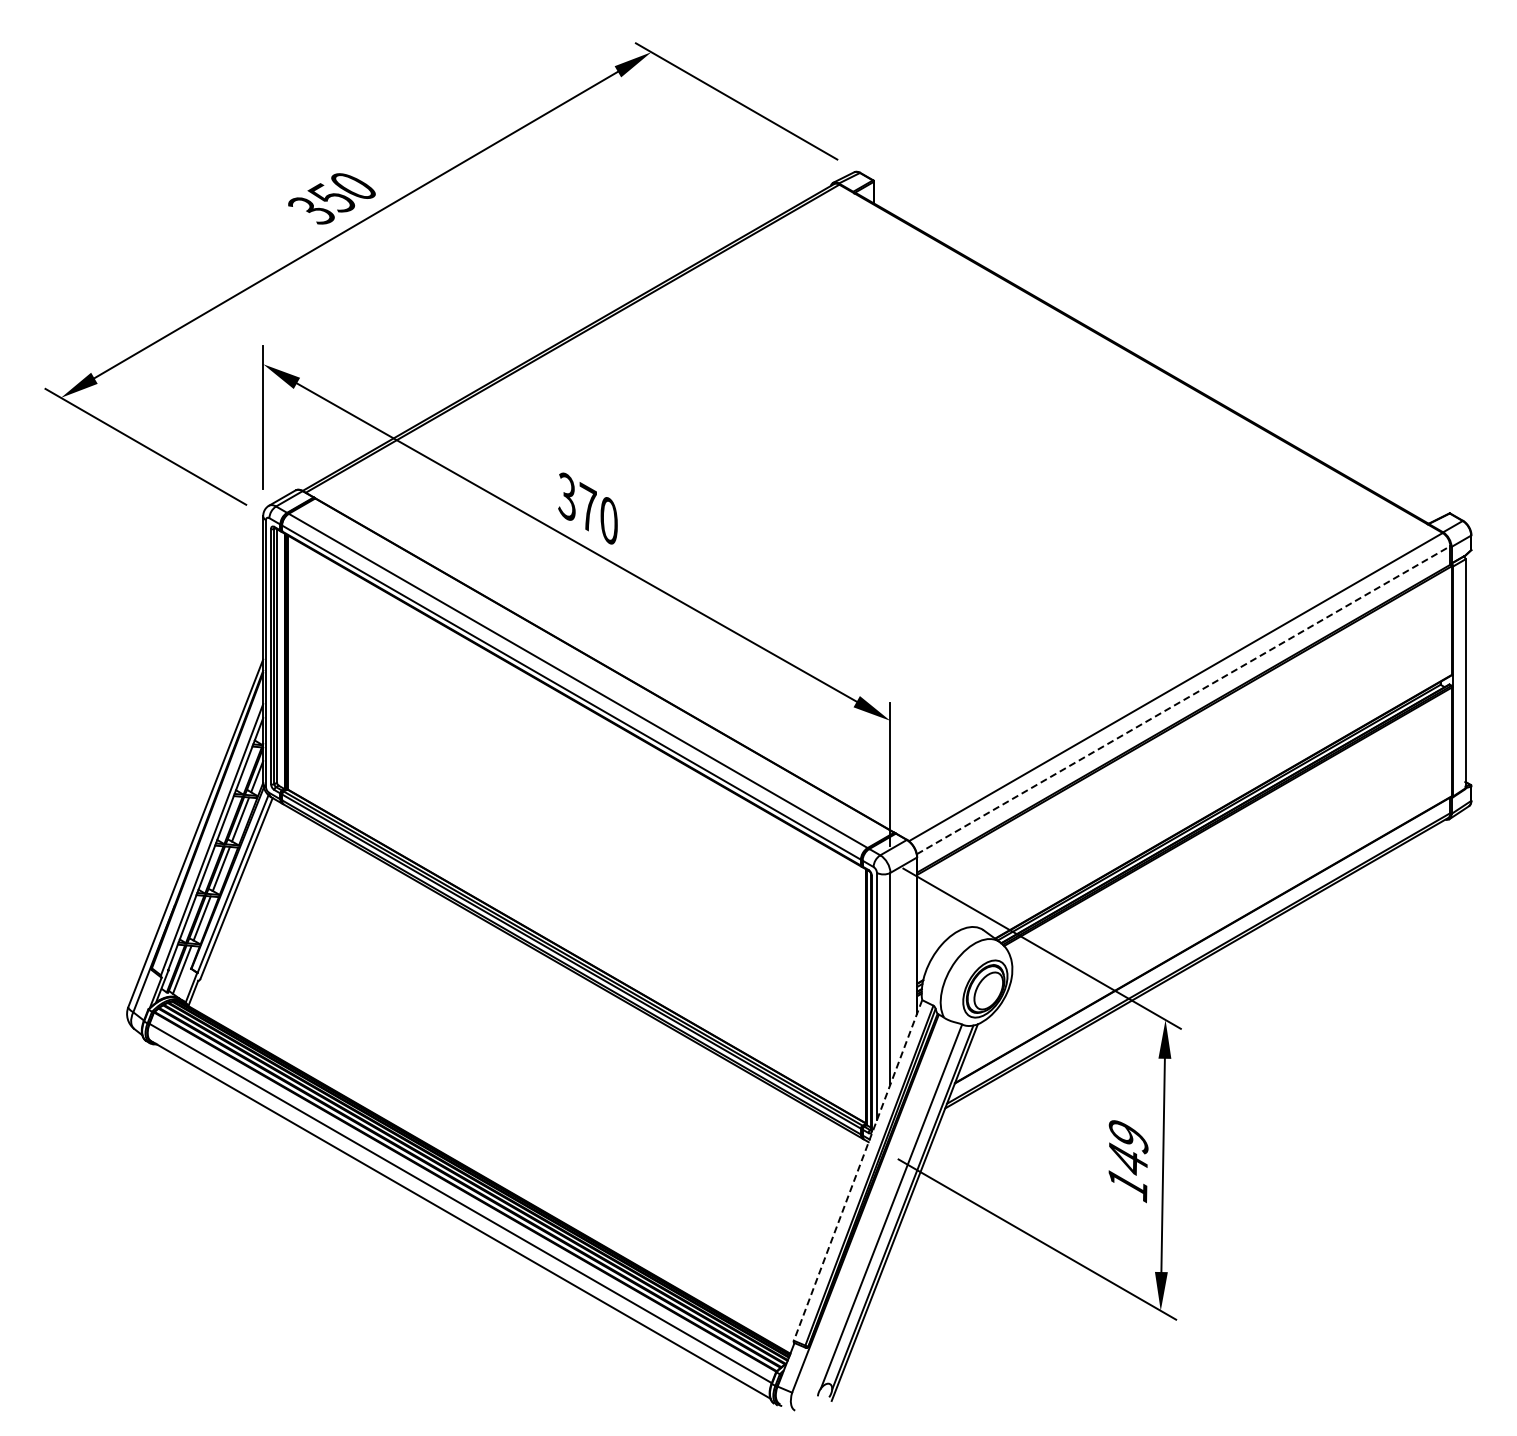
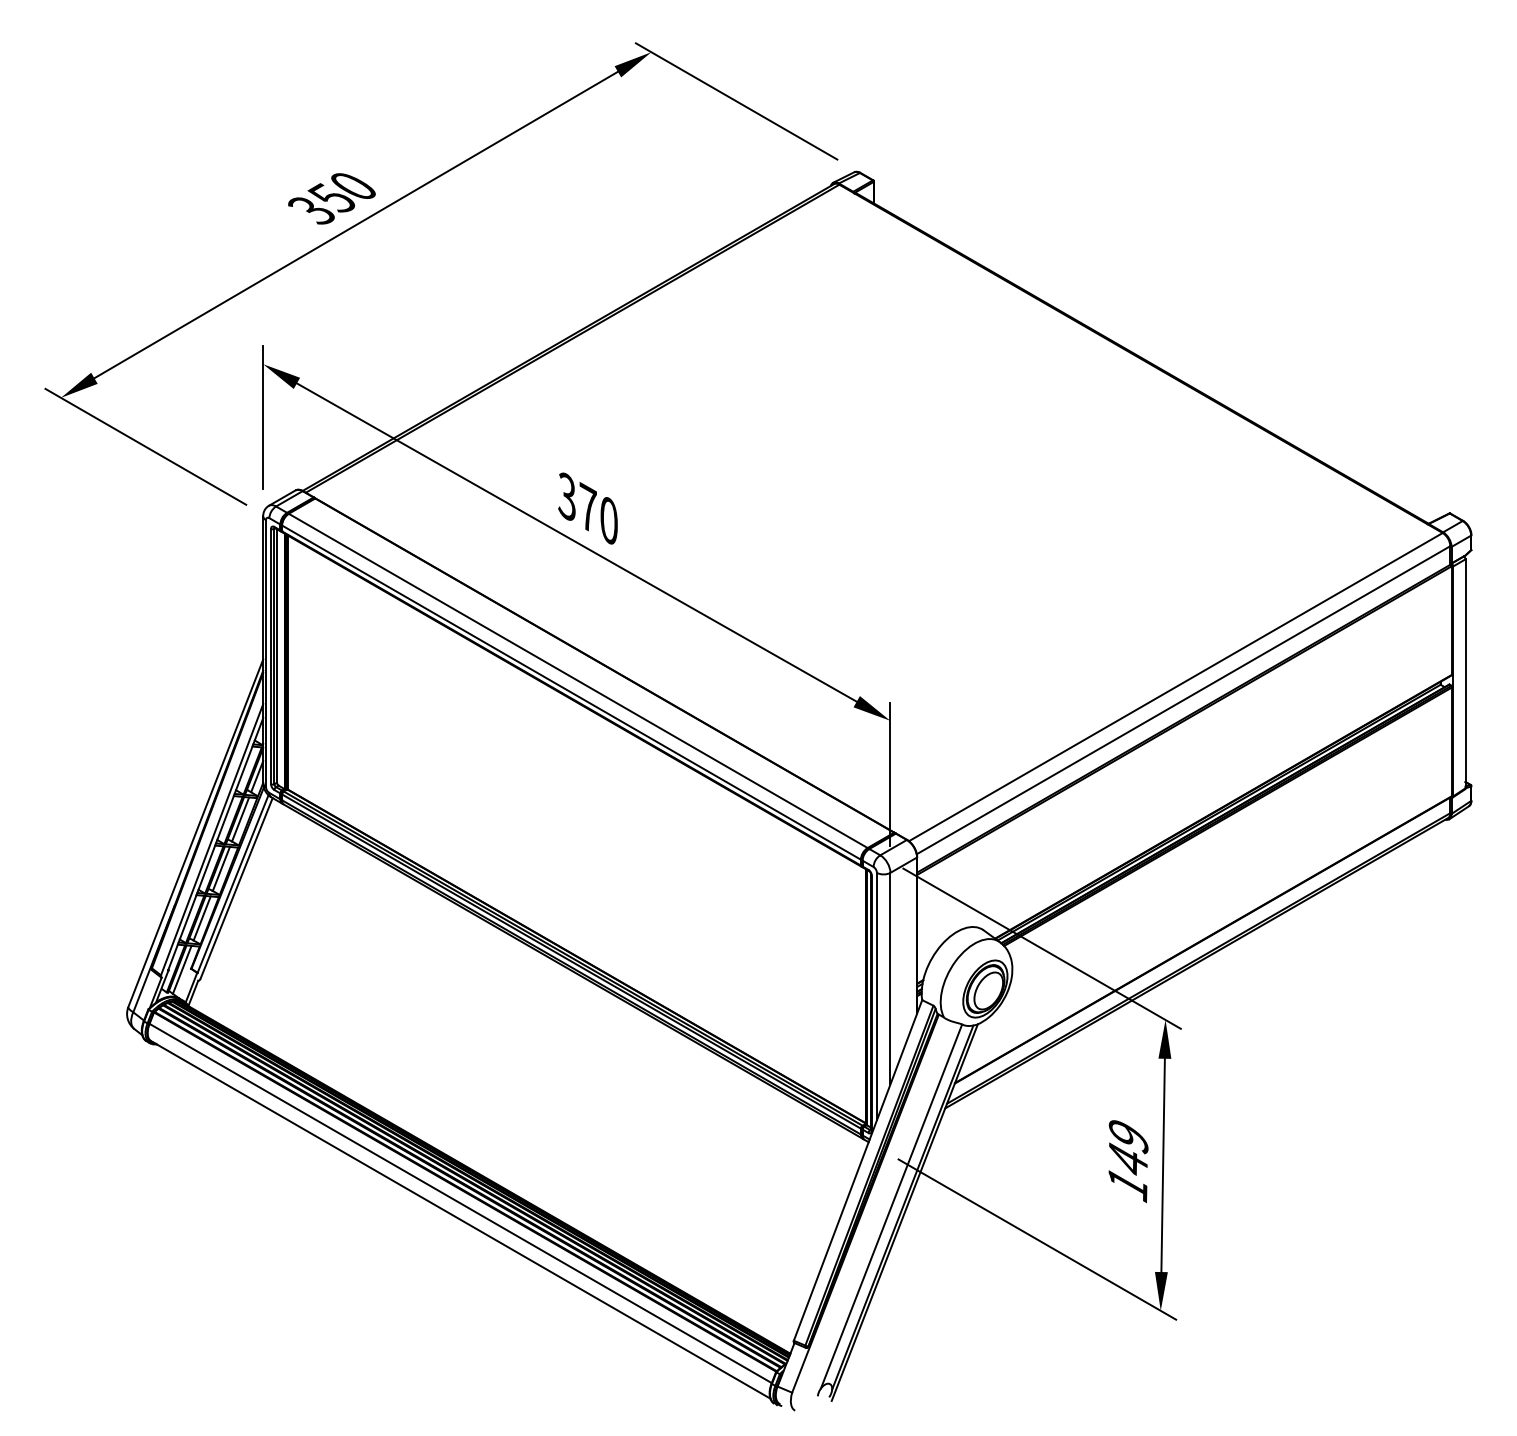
line at (1183, 700): dashed -> solid
line at (858, 1170): dashed -> solid
